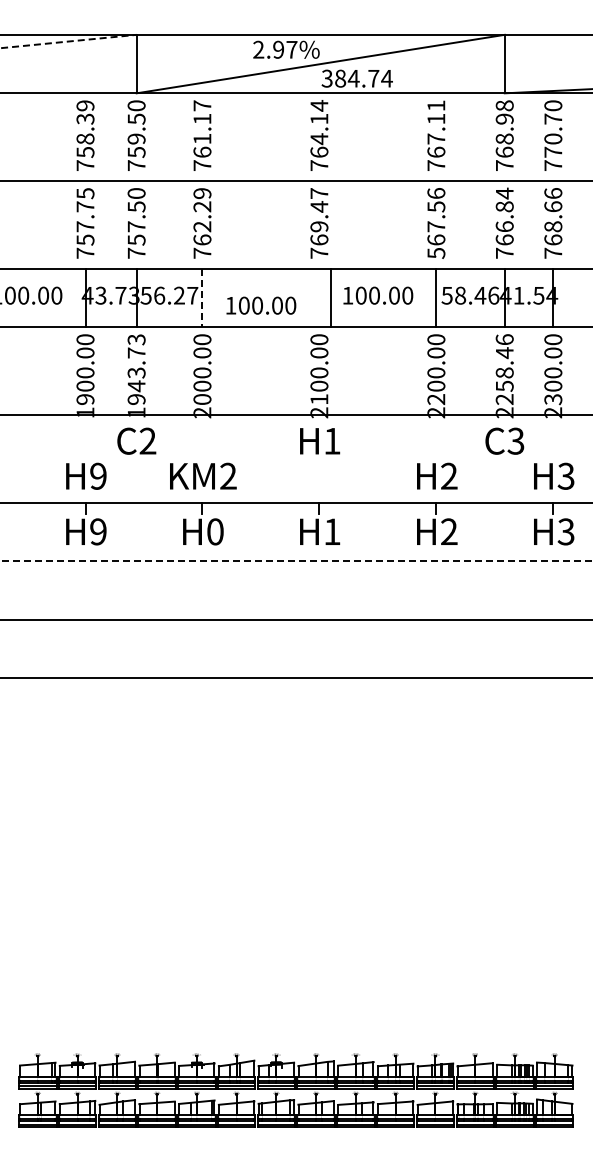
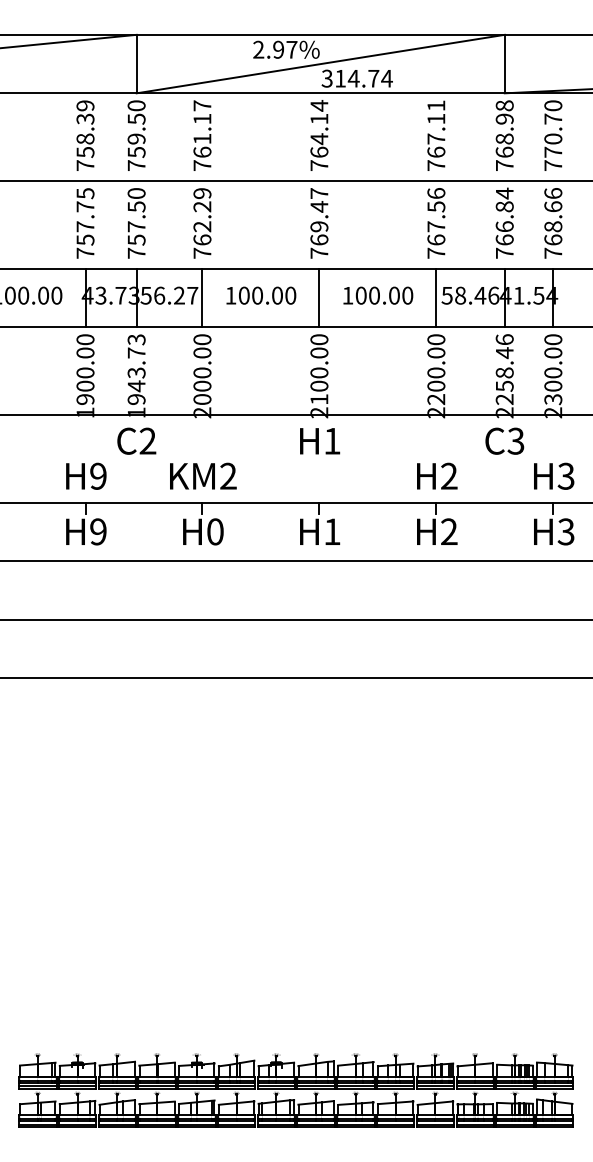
line at (69, 41): dashed -> solid
text at (340, 78): 384.74 -> 314.74
text at (436, 252): 567.56 -> 767.56
line at (331, 297) position: (331, 297) -> (319, 297)
line at (202, 298): dashed -> solid
text at (261, 305) position: (261, 305) -> (261, 295)
line at (297, 561): dashed -> solid
